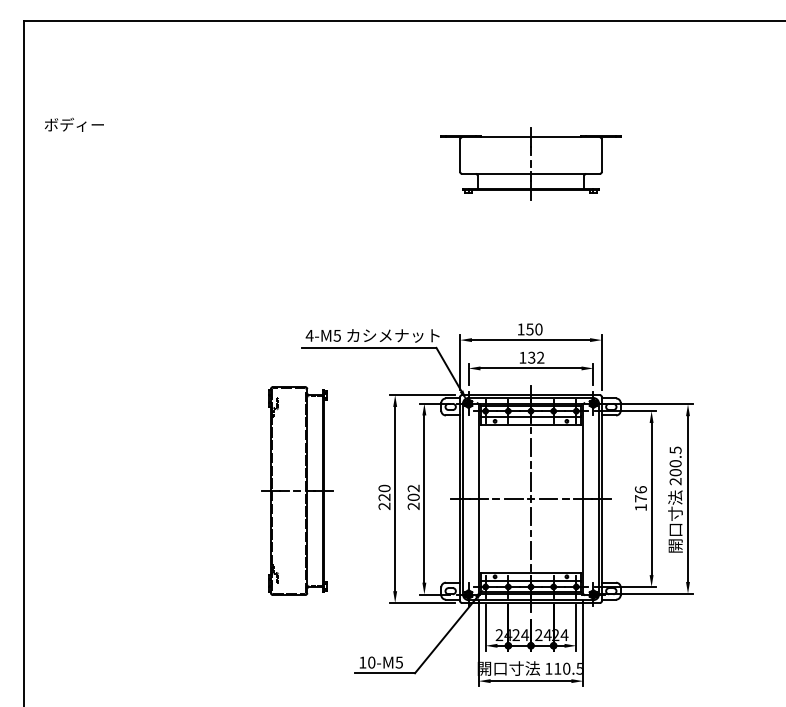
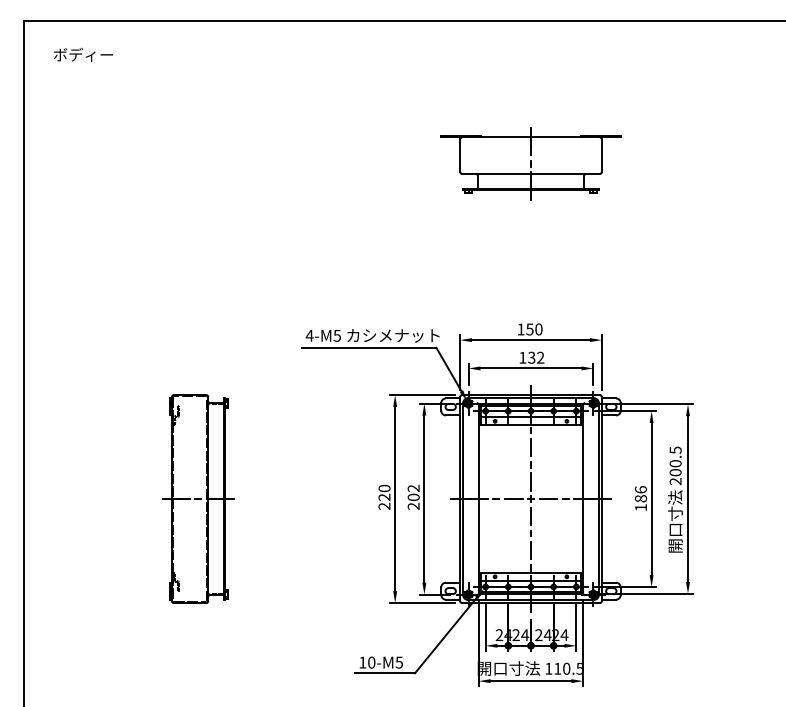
text at (74, 124) position: (74, 124) -> (83, 54)
part at (297, 490) position: (297, 490) -> (198, 498)
text at (640, 498): 176 -> 186
